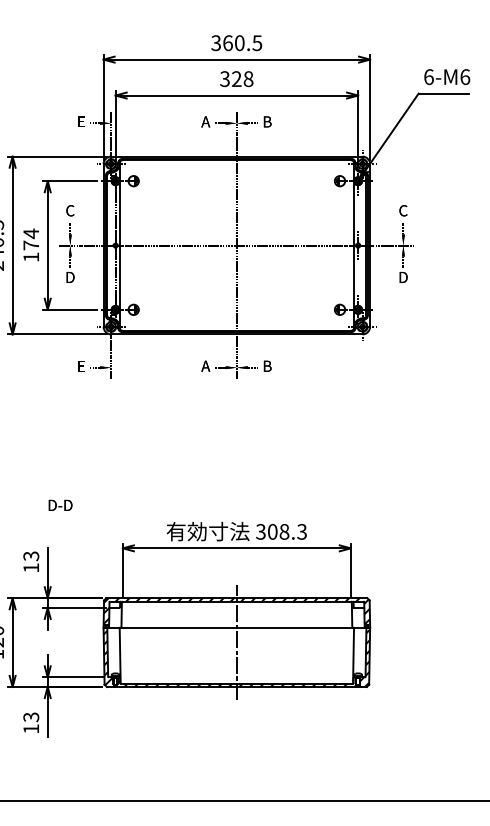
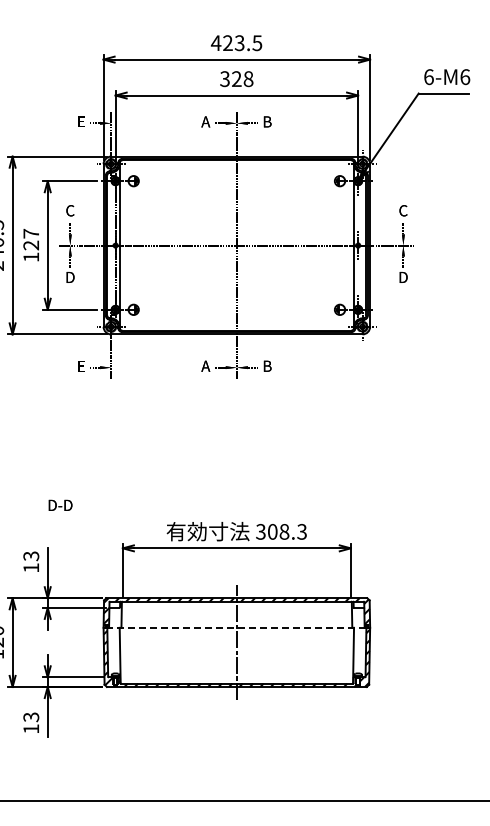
text at (227, 43): 360.5 -> 423.5
text at (30, 239): 174 -> 127
line at (236, 627): solid -> dashed
